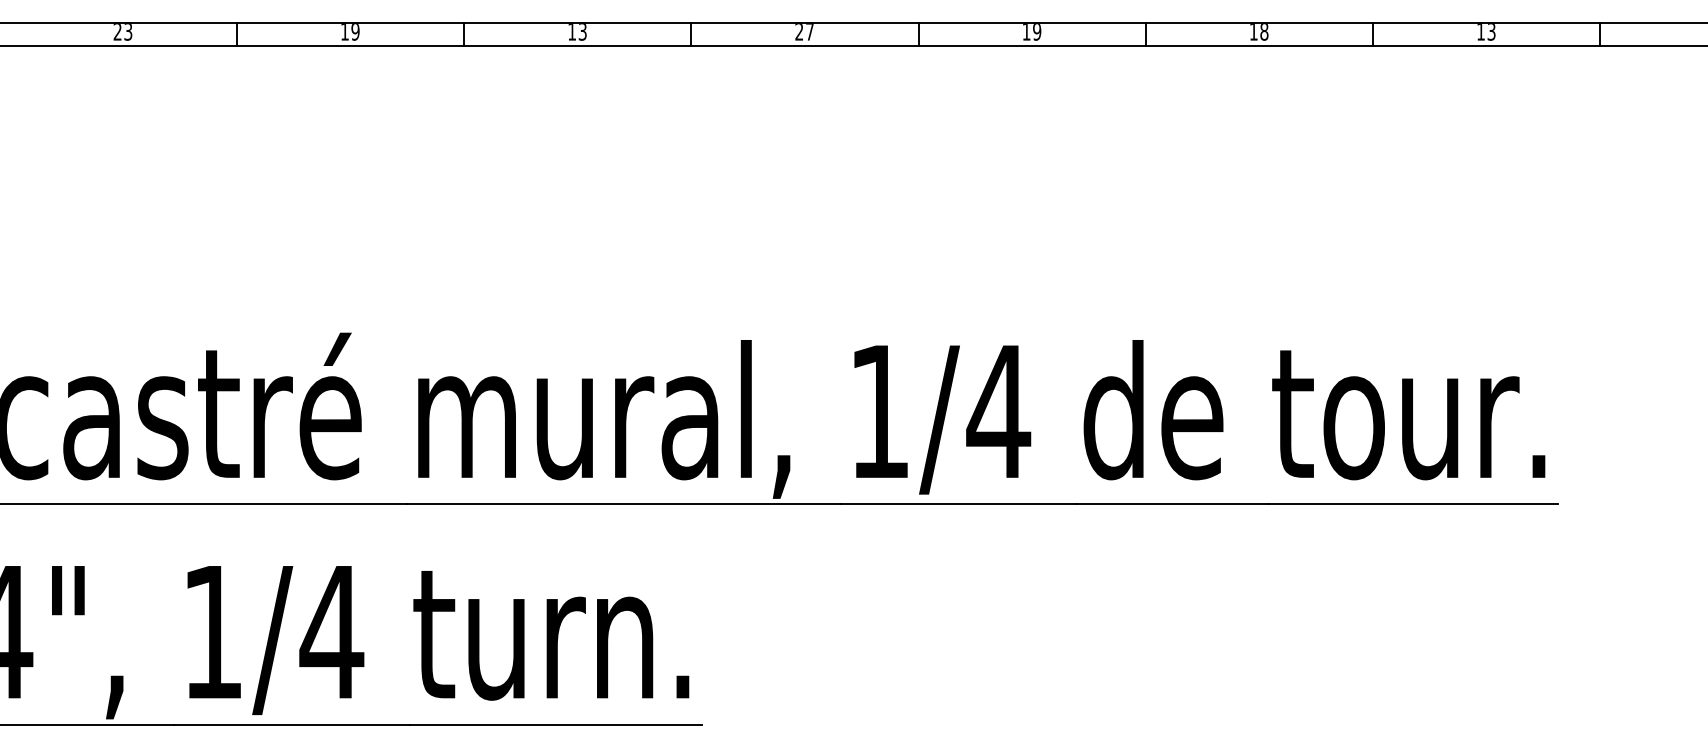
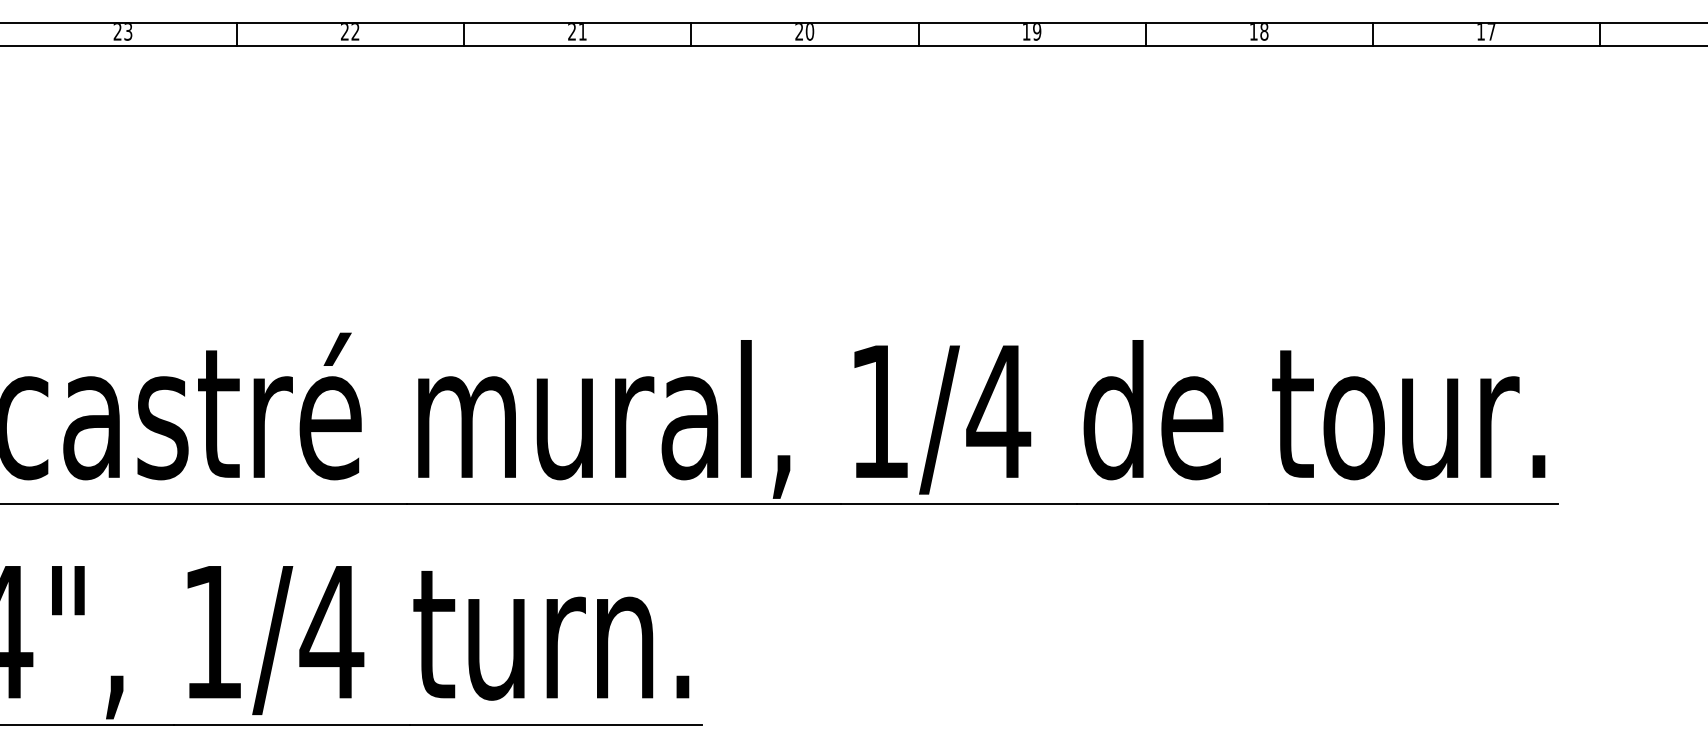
text at (349, 32): 19 -> 22
text at (577, 32): 13 -> 21
text at (809, 32): 27 -> 20
text at (1491, 32): 13 -> 17
